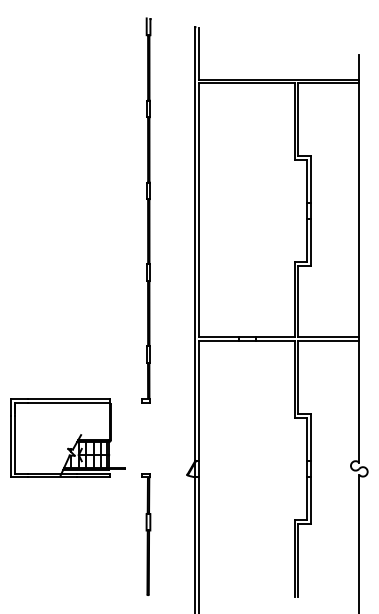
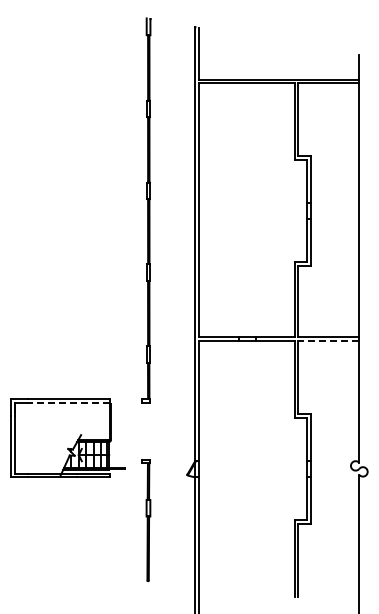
line at (328, 341): solid -> dashed
line at (68, 403): solid -> dashed
part at (146, 534) position: (146, 534) -> (146, 520)
